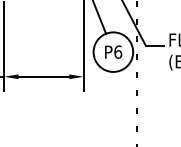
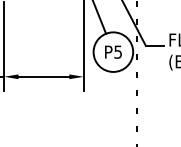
text at (118, 51): P6 -> P5
